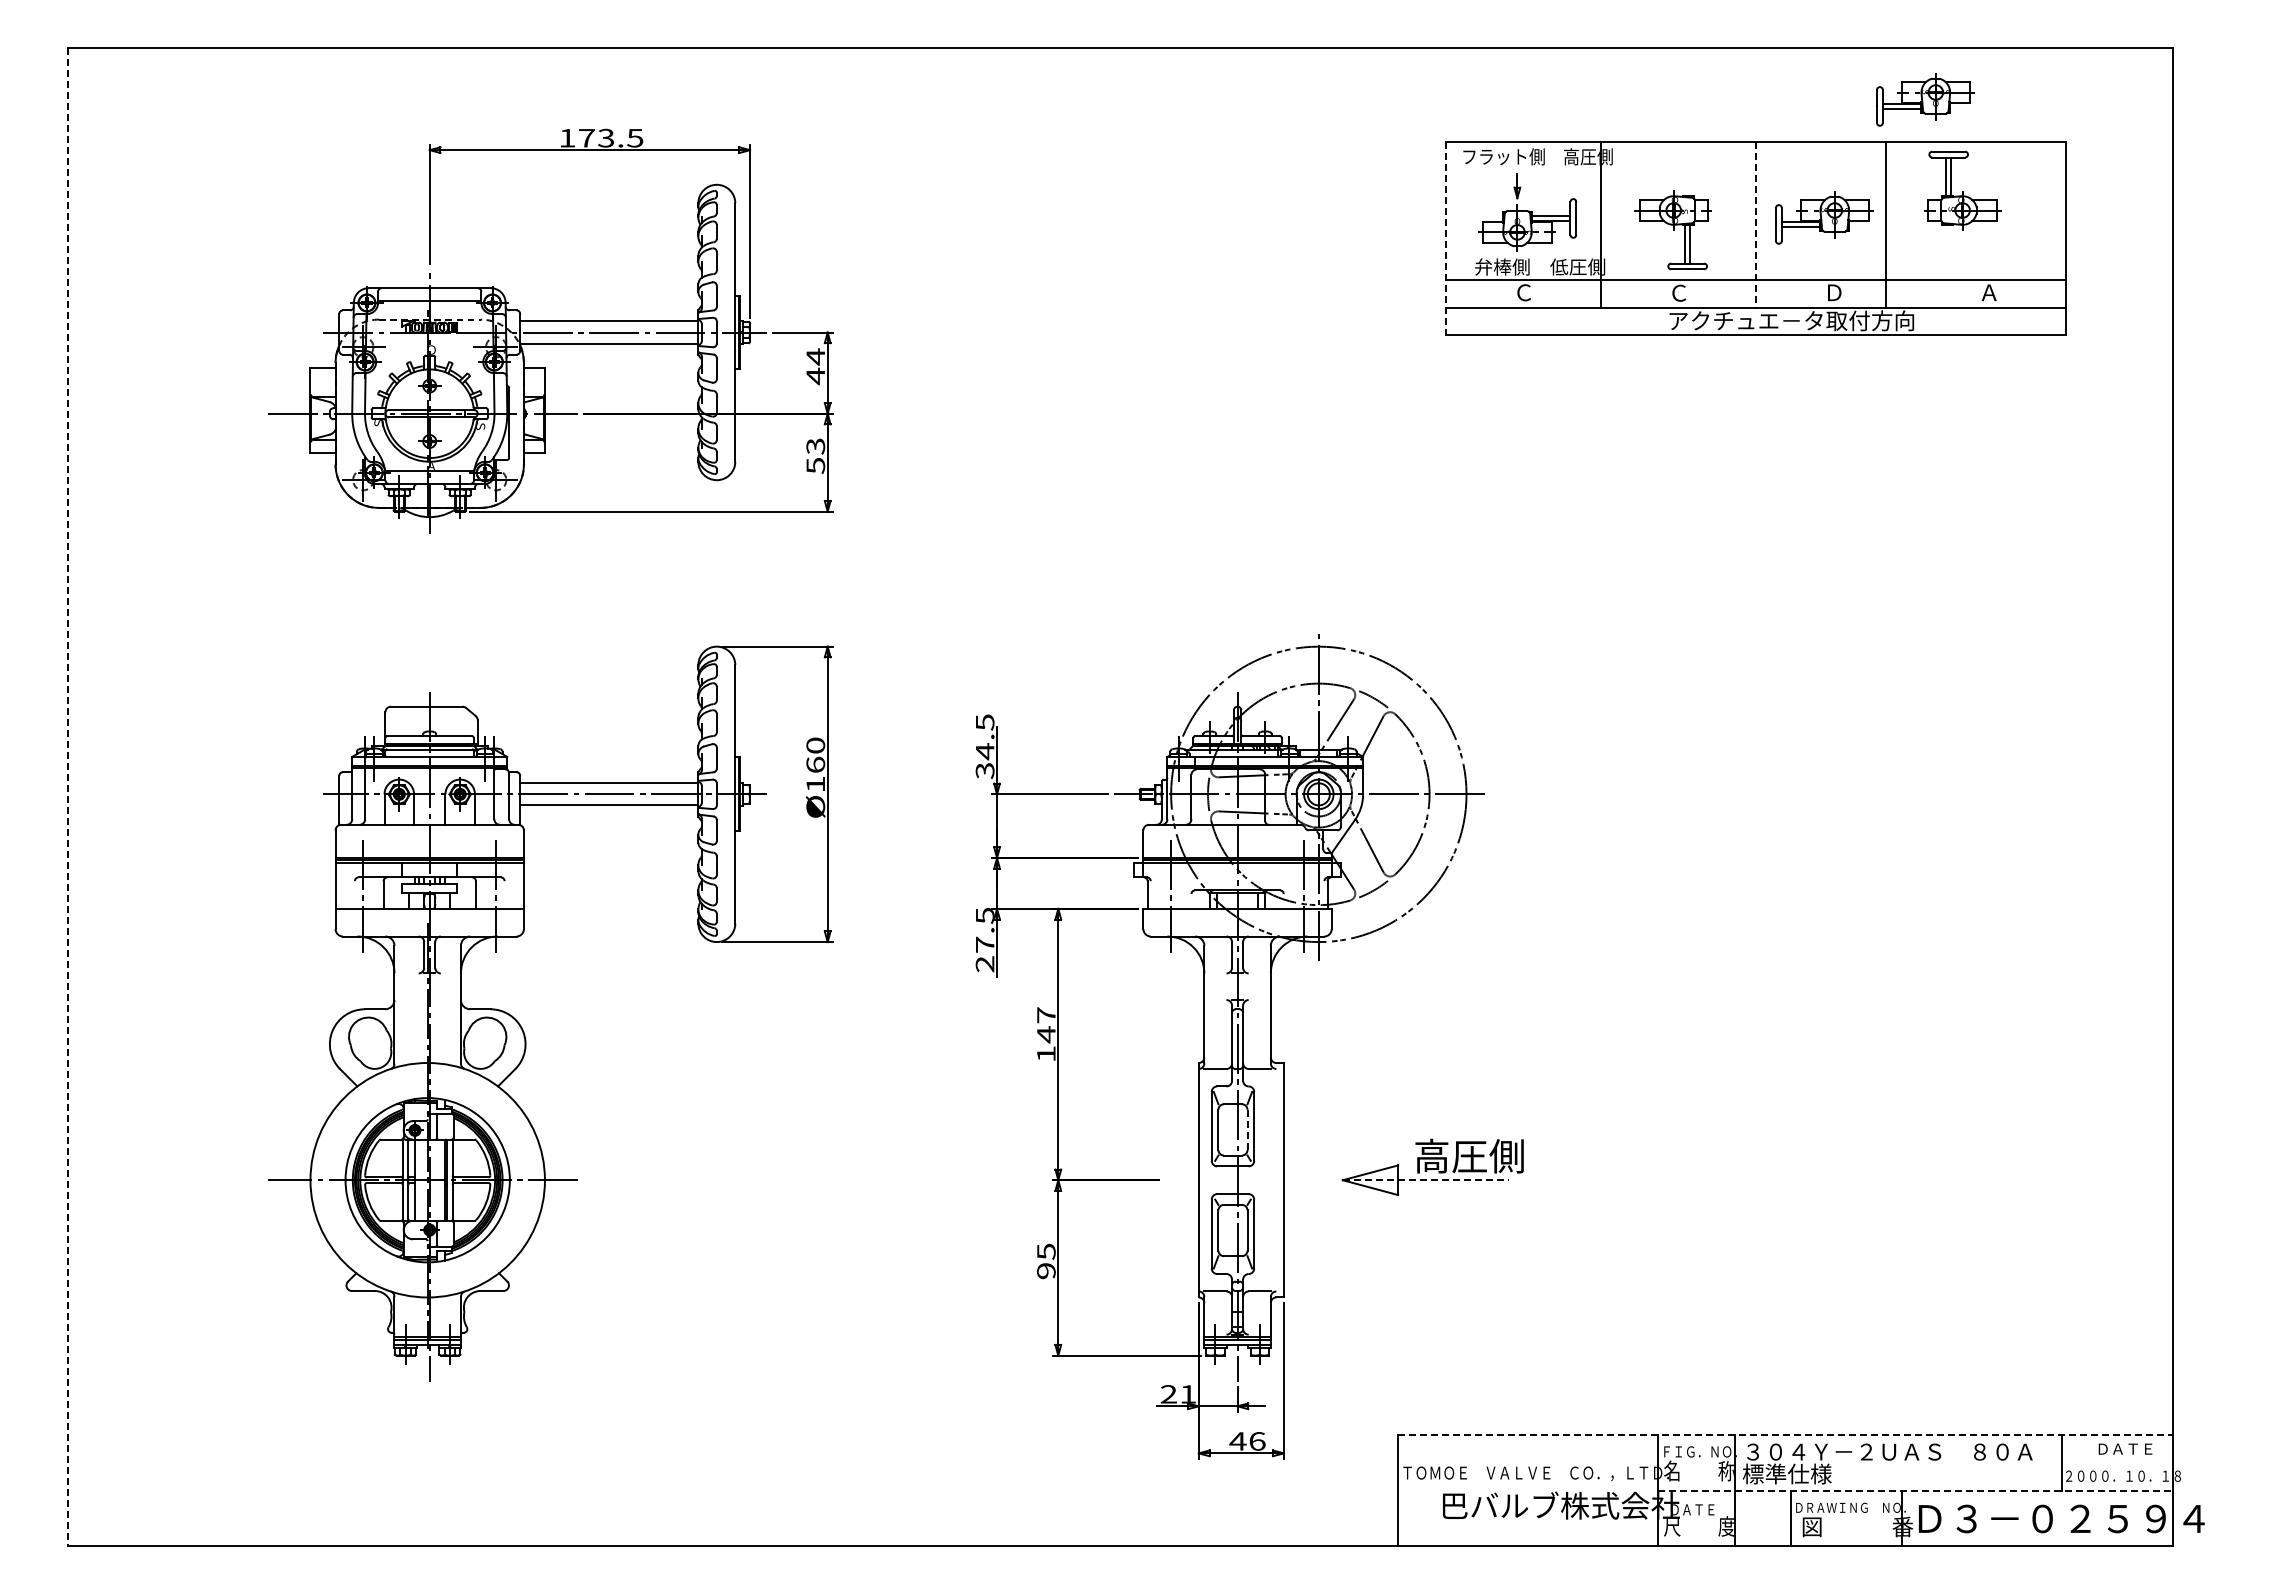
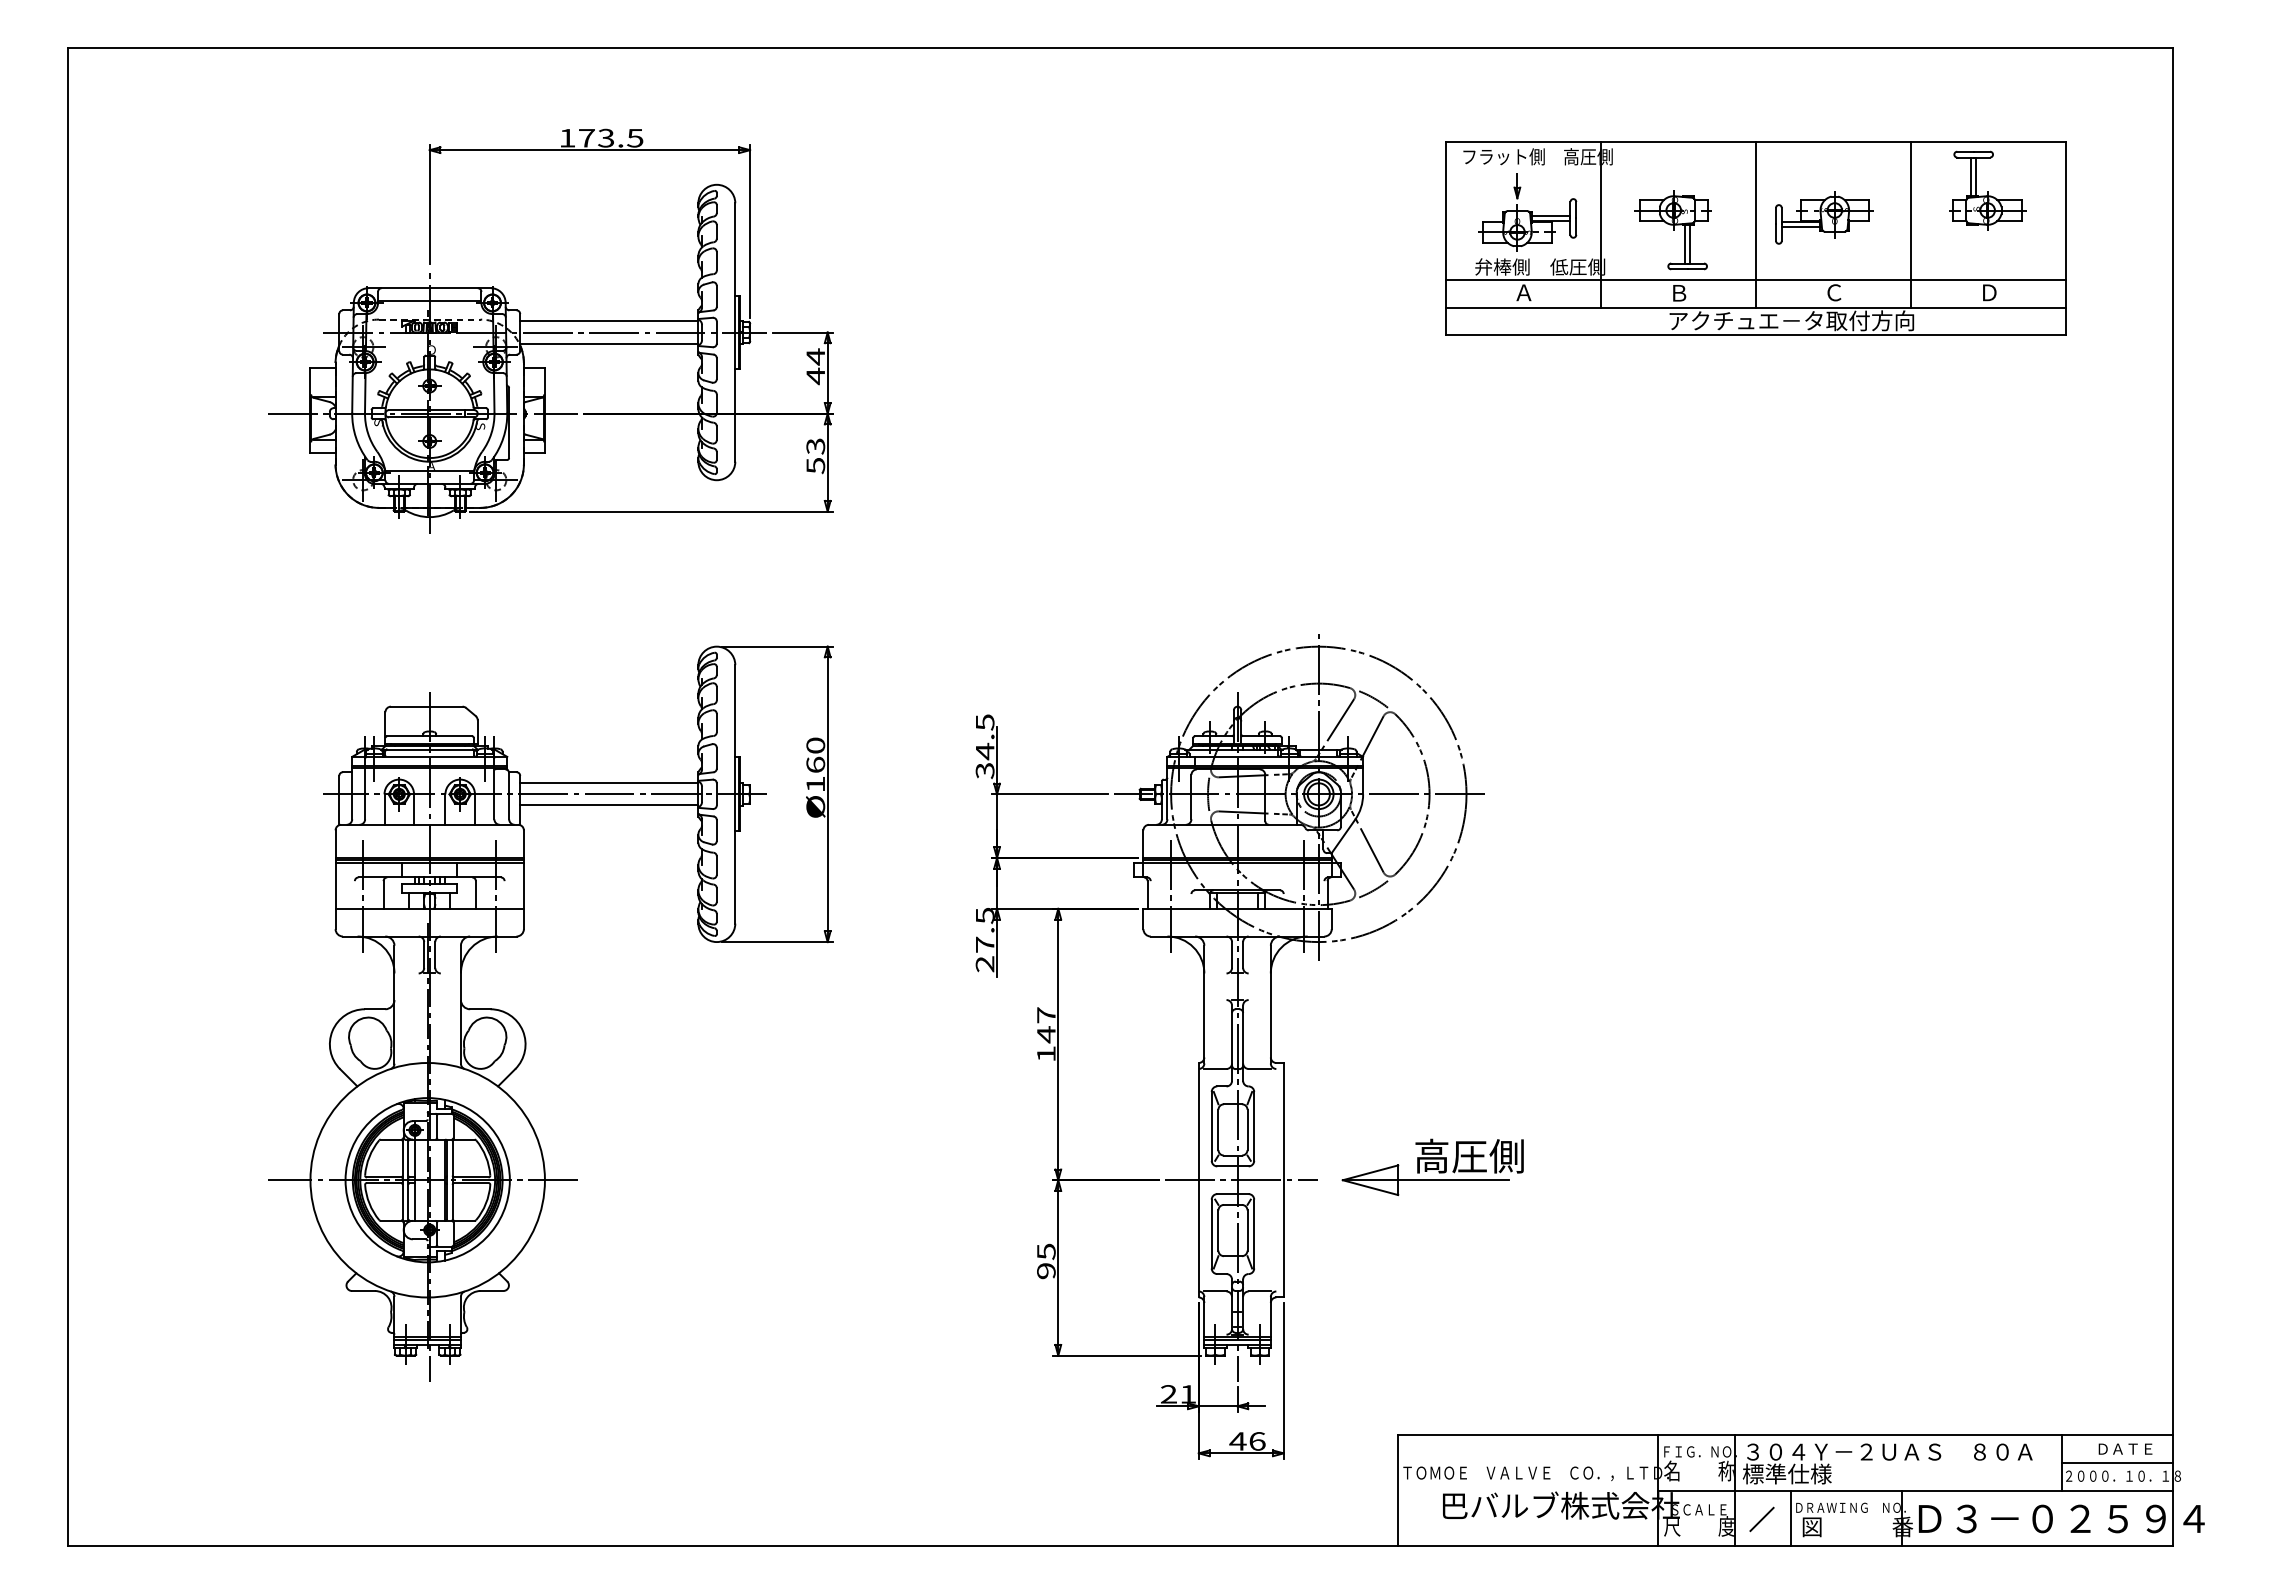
part at (1925, 99): present -> none
part at (1962, 190) position: (1962, 190) -> (1987, 190)
line at (1885, 224) position: (1885, 224) -> (1910, 224)
line at (1755, 225): dashed -> solid
line at (1445, 238): dashed -> solid
text at (1523, 292): Ｃ -> Ａ
text at (1679, 292): Ｃ -> Ｂ
text at (1834, 292): Ｄ -> Ｃ
text at (1988, 292): Ａ -> Ｄ
line at (68, 797): dashed -> solid
line at (1247, 1130): dashed -> solid
line at (1240, 1180): none -> present
line at (1426, 1180): dashed -> solid
line at (1785, 1435): dashed -> solid
line at (2117, 1463): none -> present
line at (1915, 1490): dashed -> solid
text at (1699, 1509): ＤＡＴＥ -> ＳＣＡＬＥ
line at (1761, 1519): none -> present
